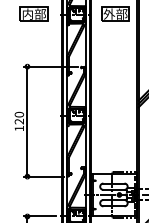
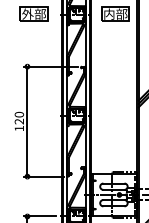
text at (27, 13): 内部 -> 外部
text at (109, 13): 外部 -> 内部
